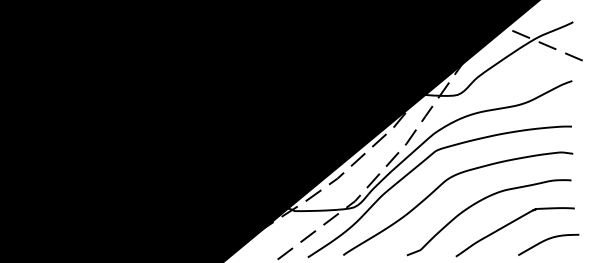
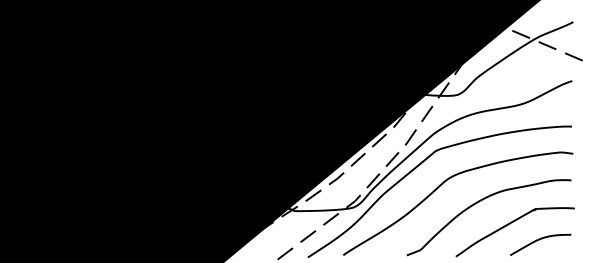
curve at (547, 240) position: (547, 240) -> (539, 240)
